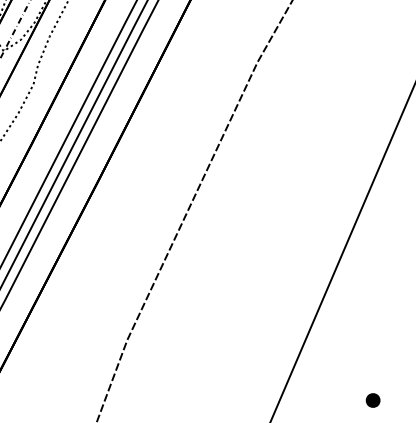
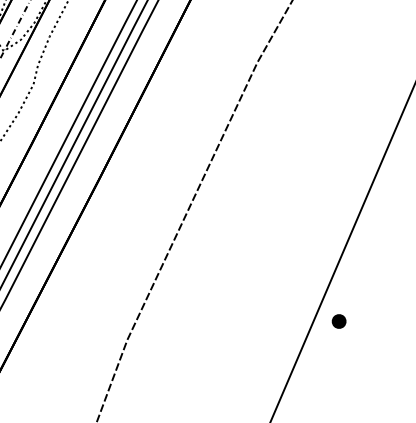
part at (372, 400) position: (372, 400) -> (338, 321)
